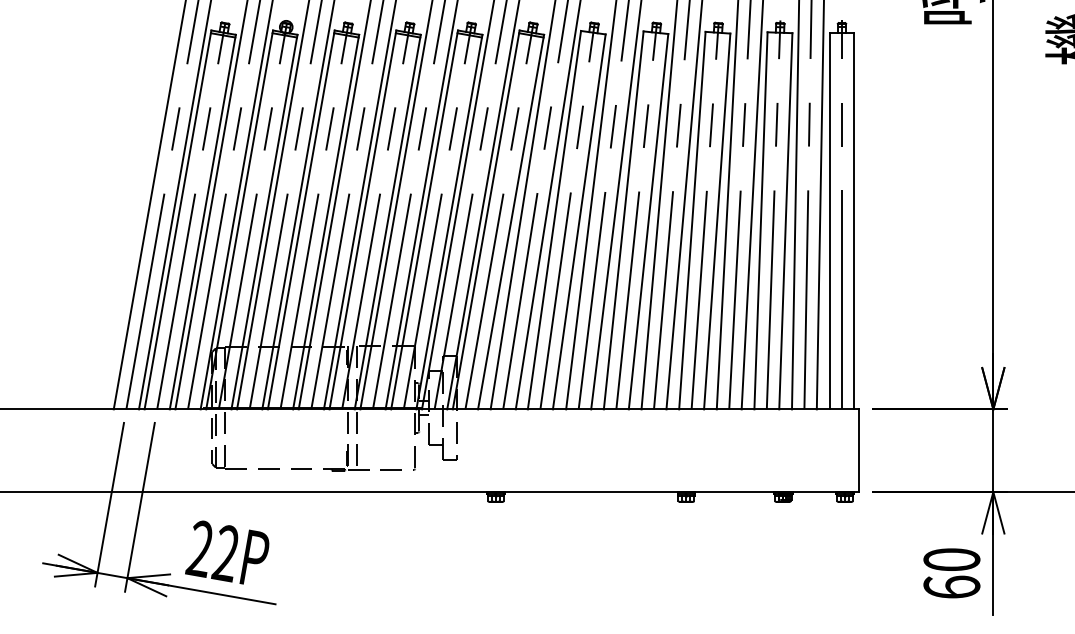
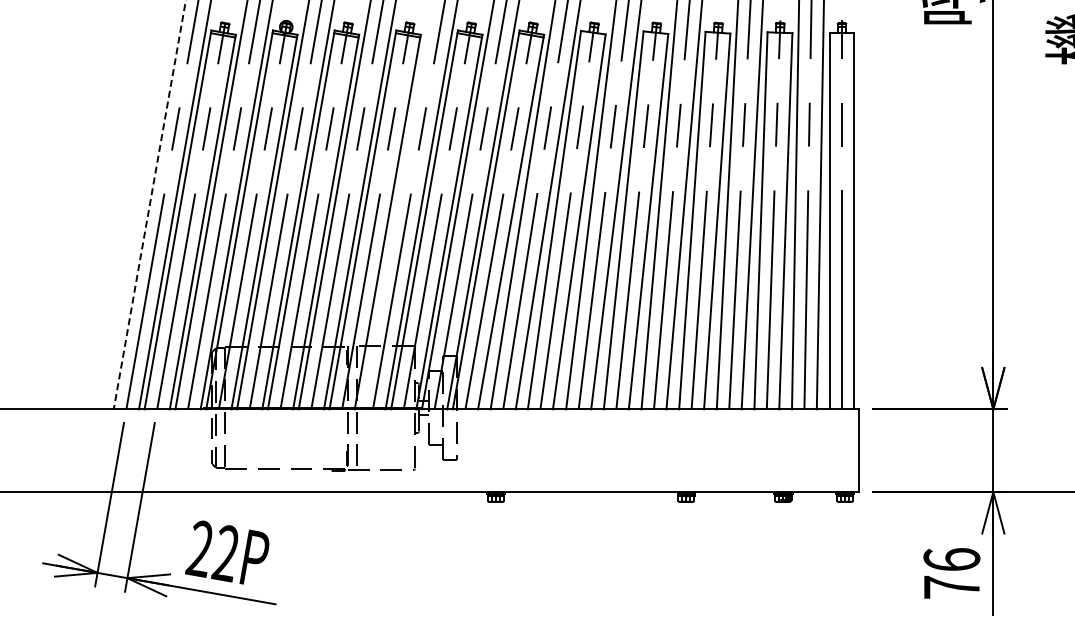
line at (149, 204): solid -> dashed
line at (396, 205): present -> none
text at (951, 573): 60 -> 76
